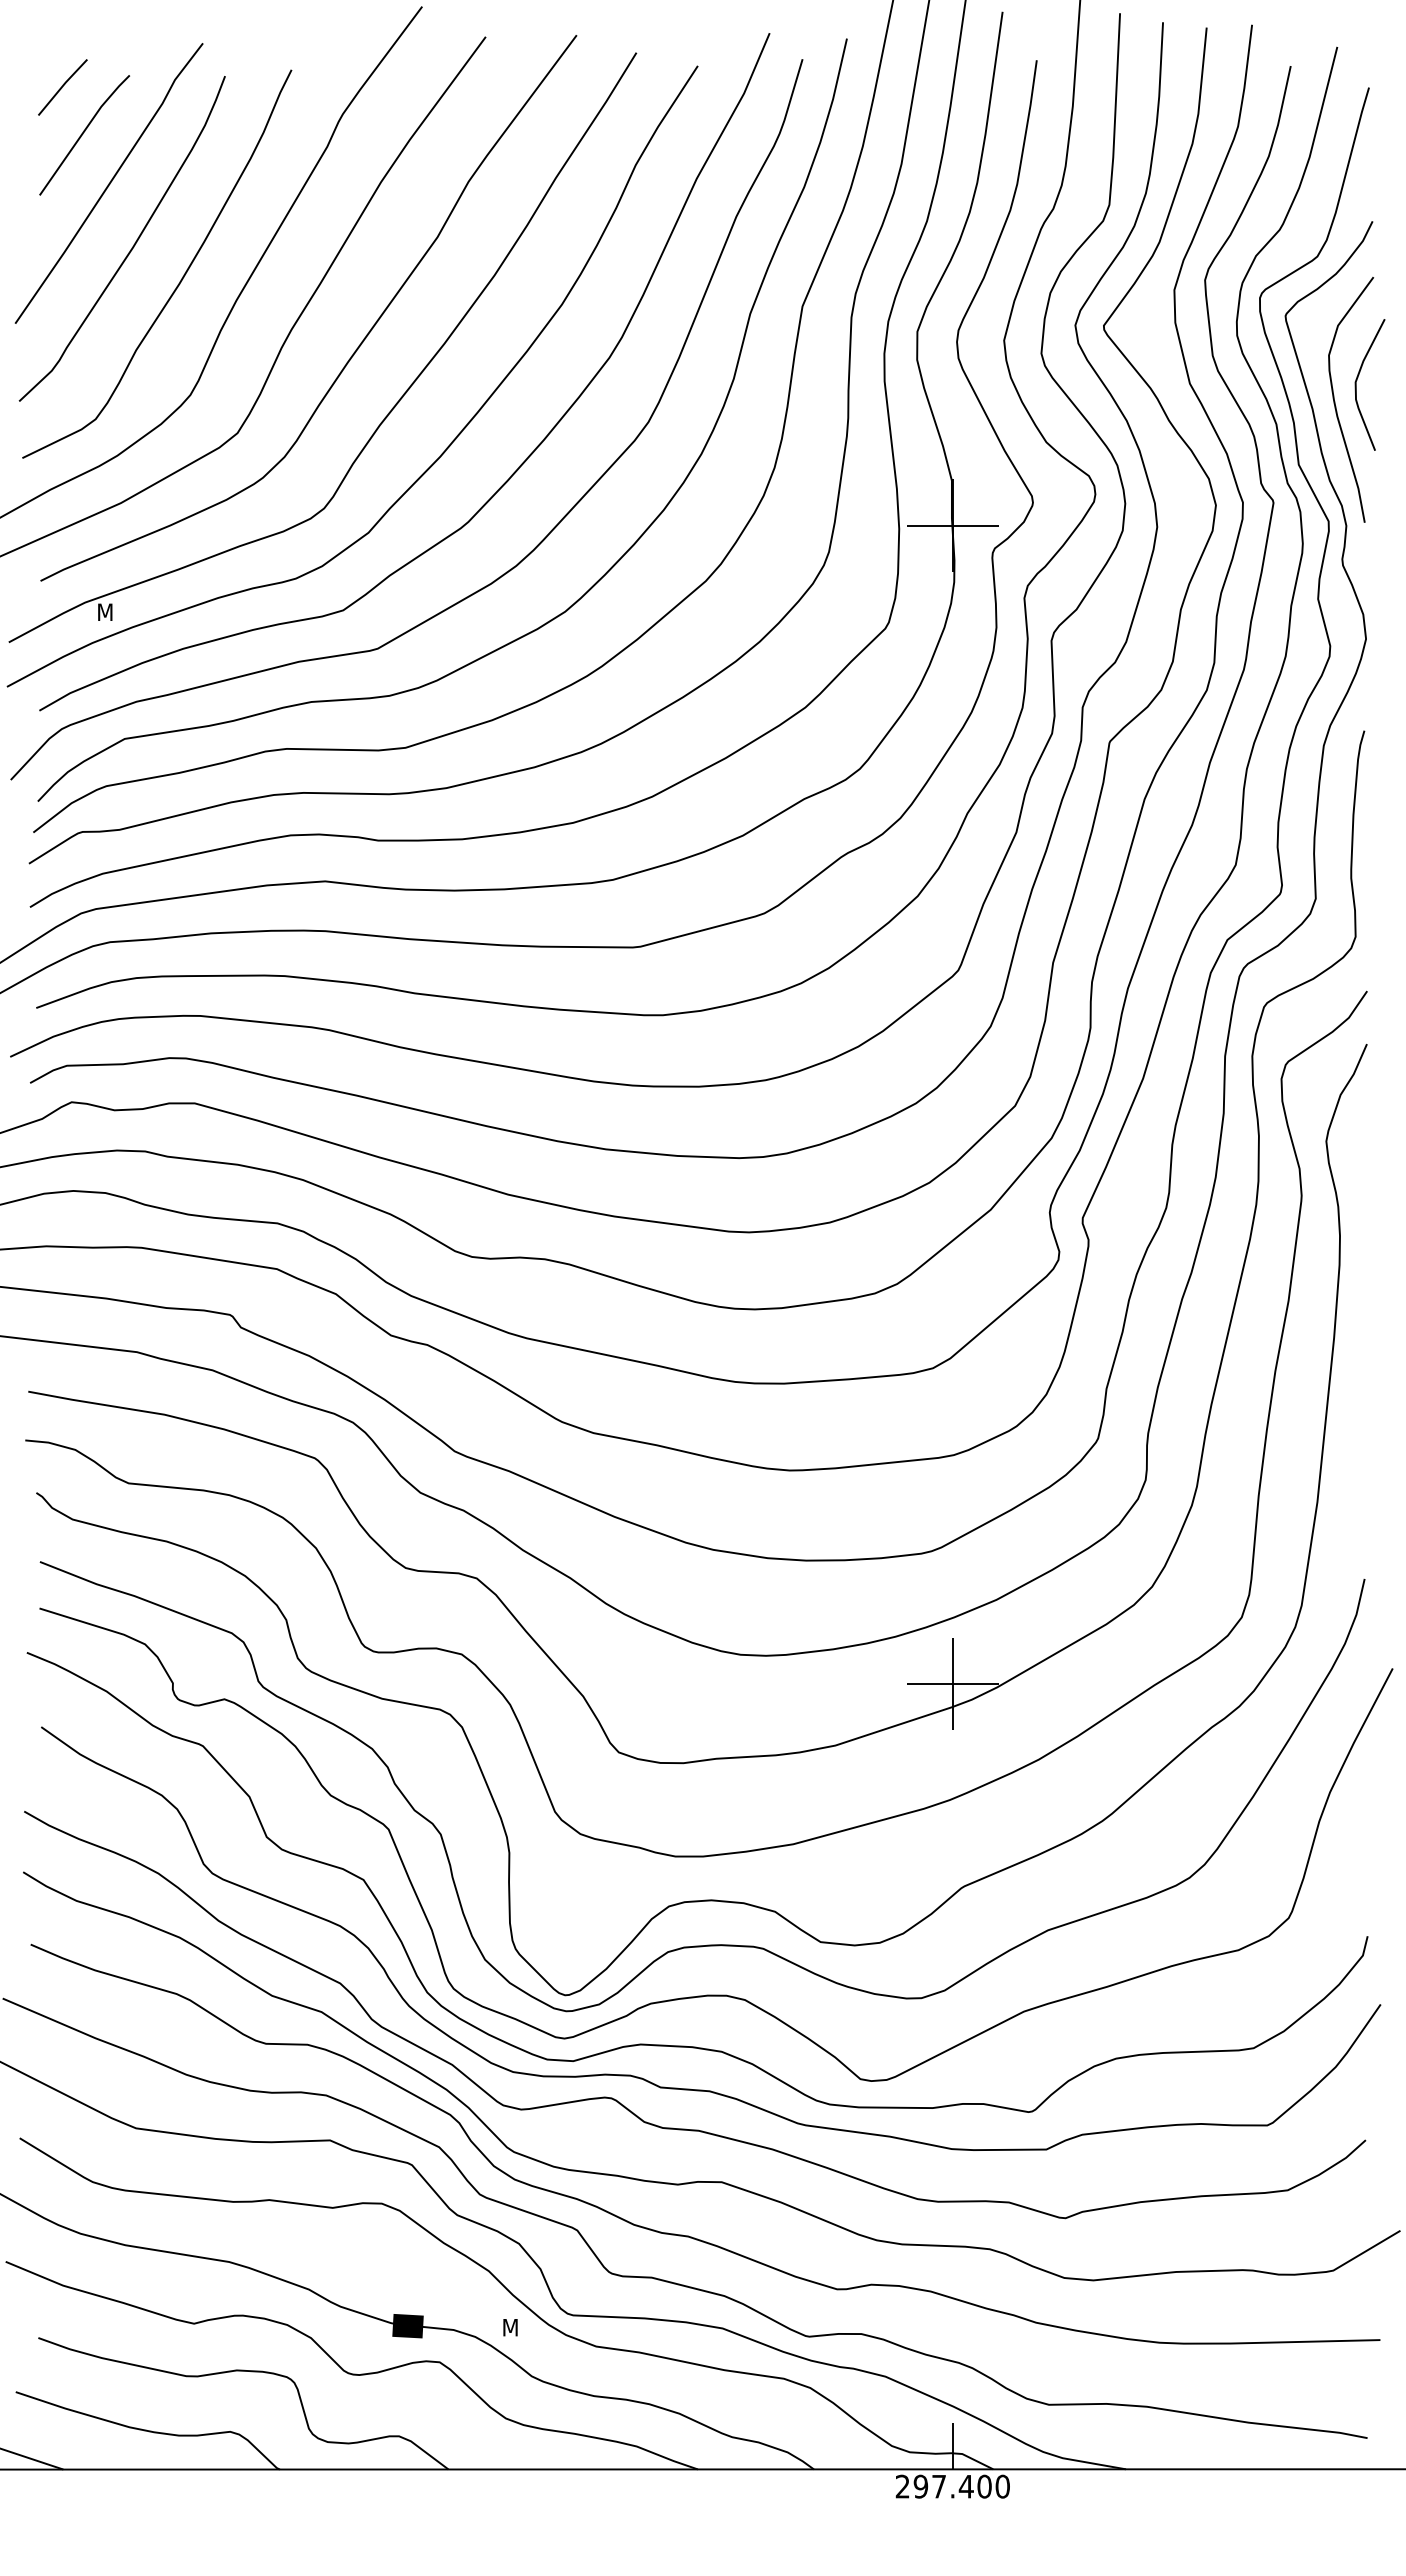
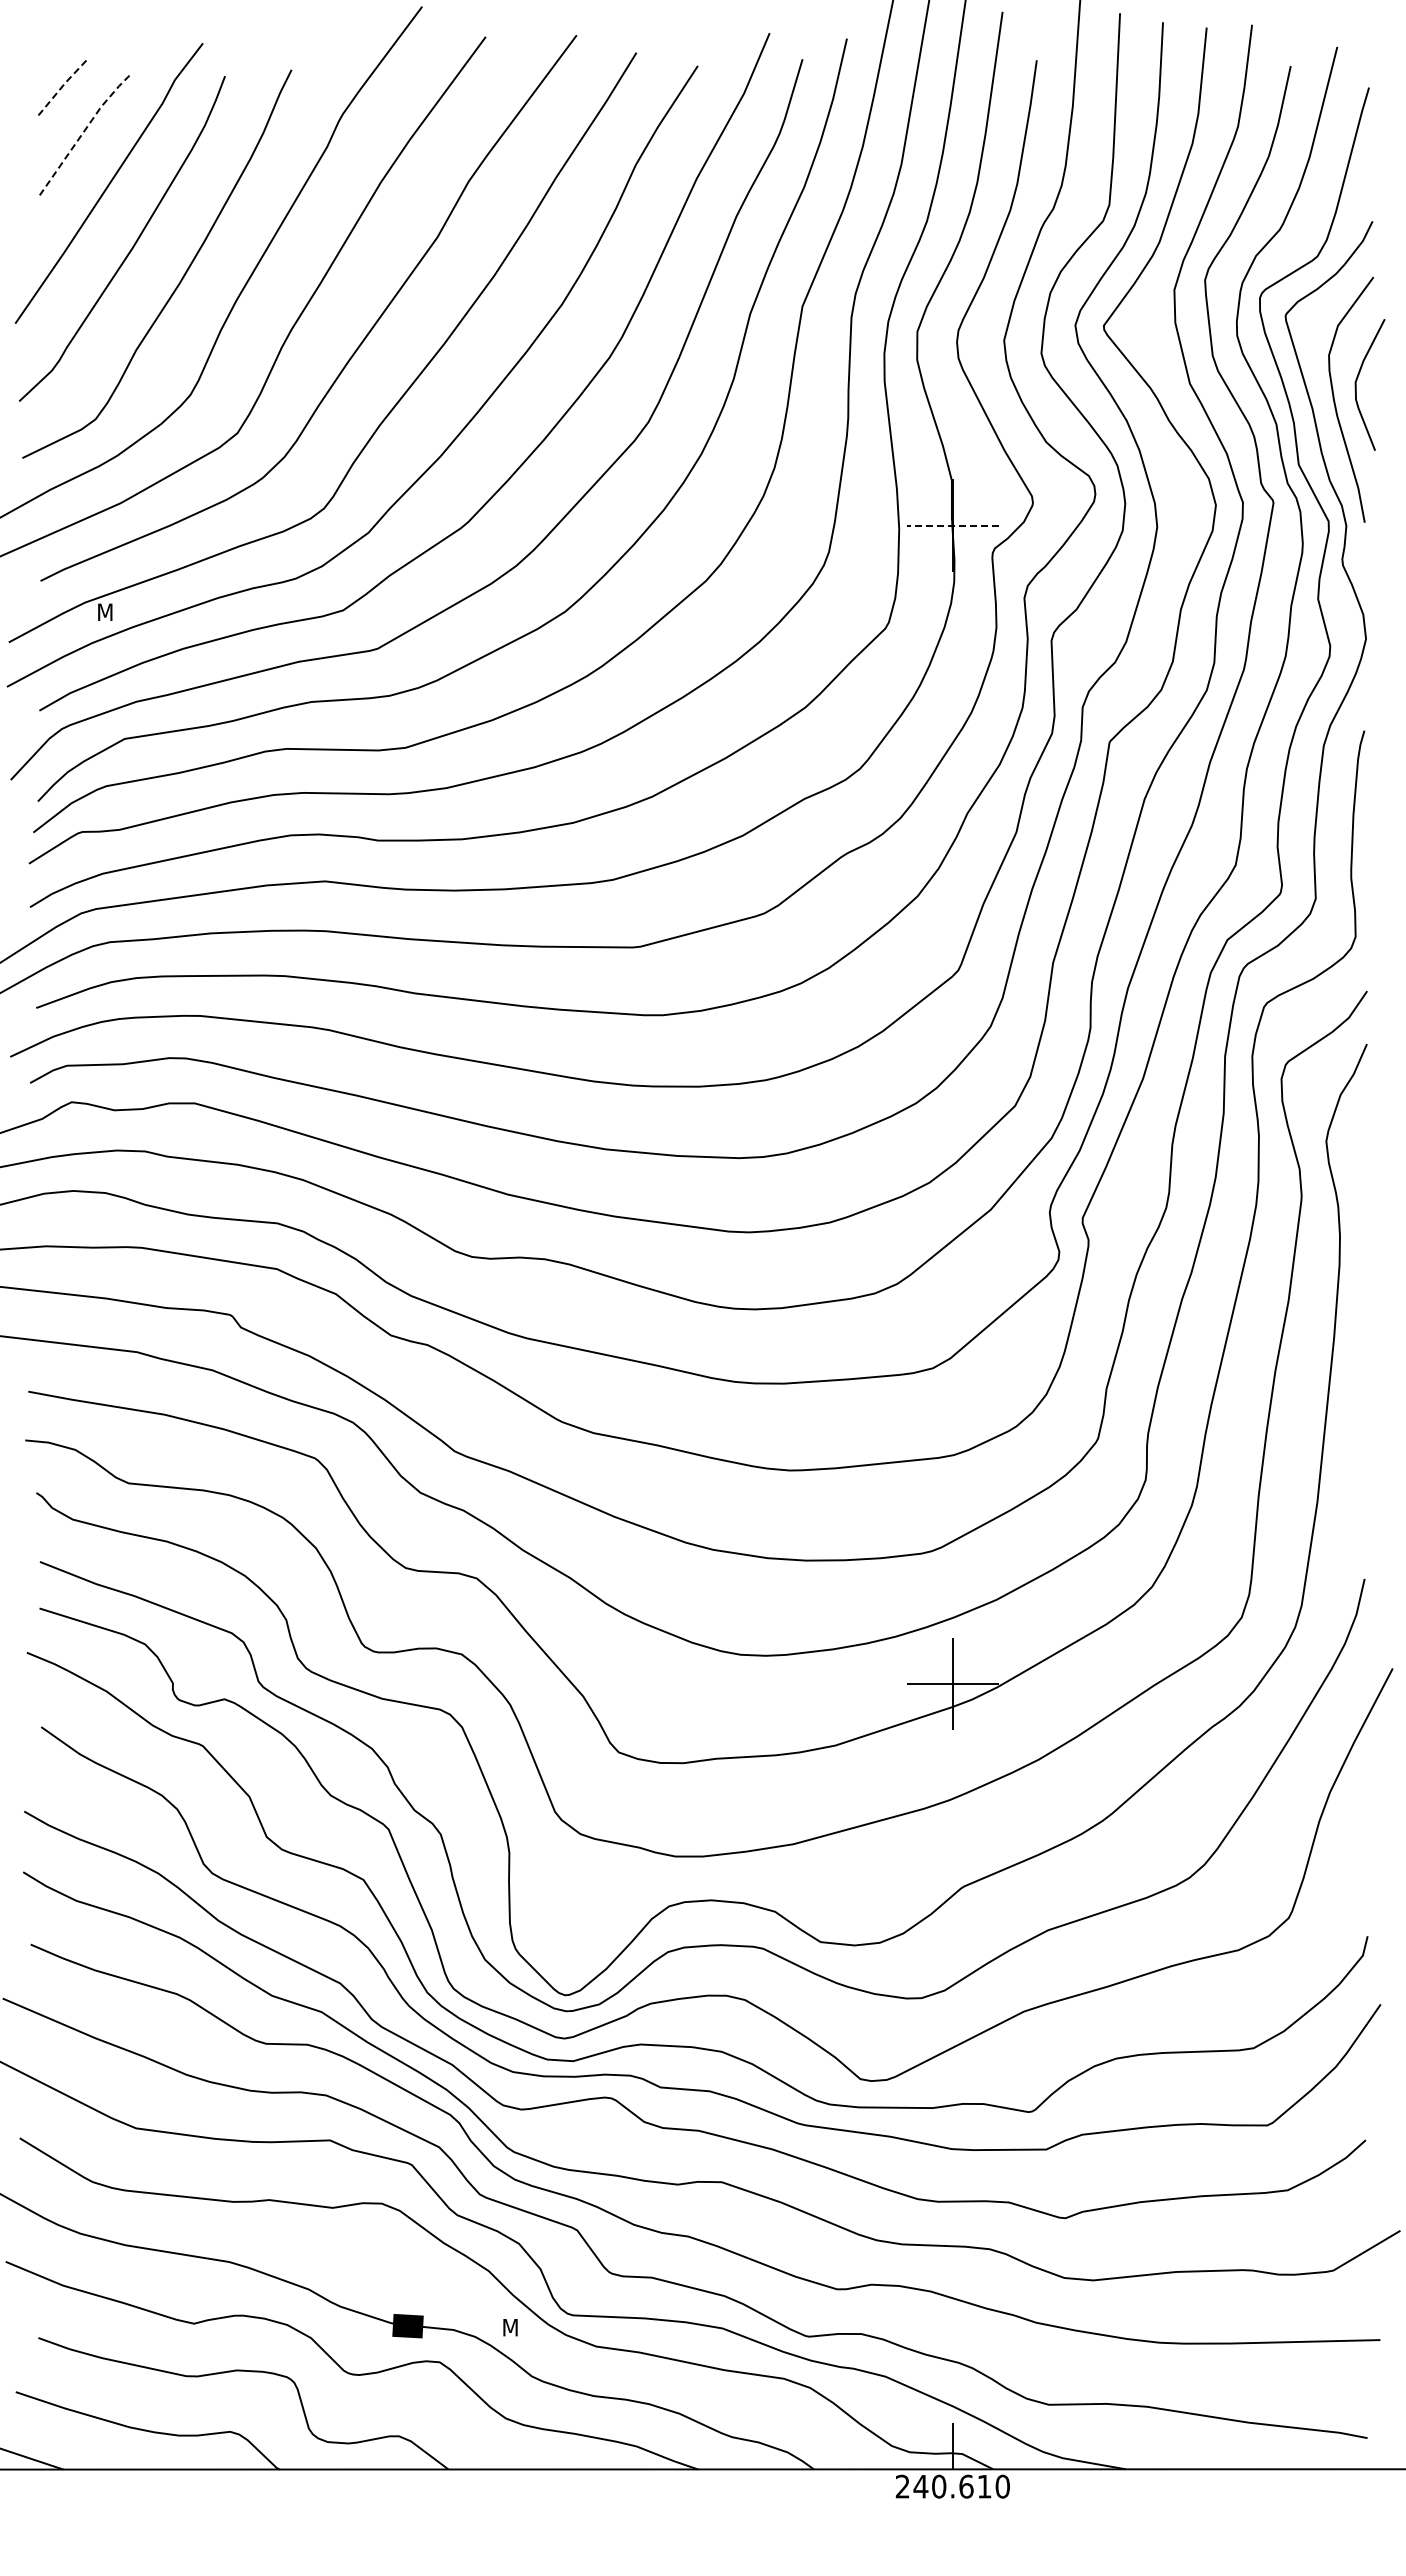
line at (62, 86): solid -> dashed
line at (83, 131): solid -> dashed
line at (952, 525): solid -> dashed
text at (952, 2486): 297.400 -> 240.610
